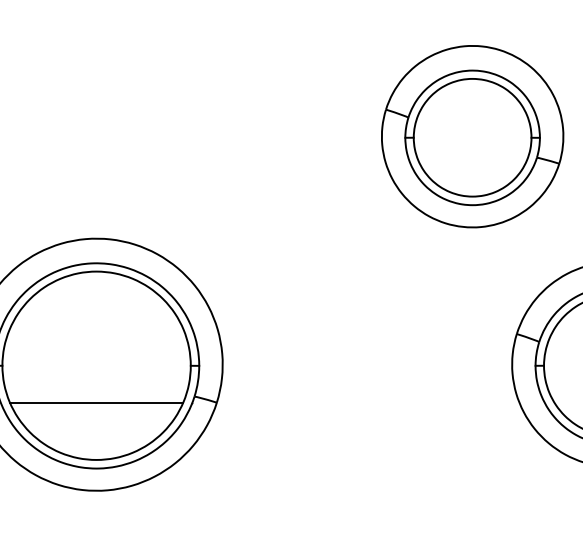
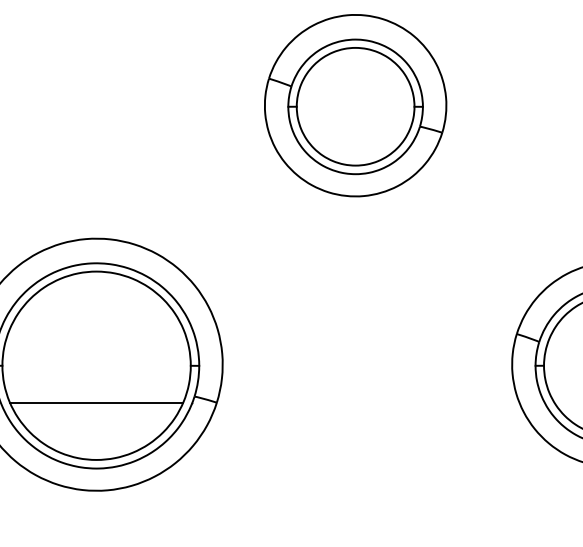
part at (472, 136) position: (472, 136) -> (355, 105)
